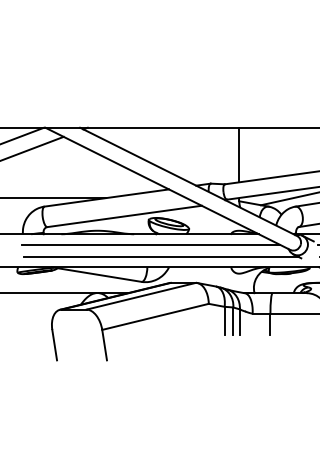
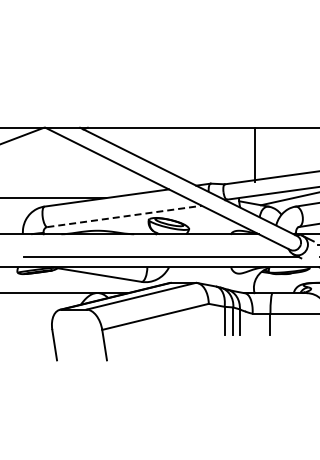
line at (32, 148): present -> none
line at (239, 154) position: (239, 154) -> (255, 154)
line at (124, 216): solid -> dashed
line at (150, 244): present -> none
